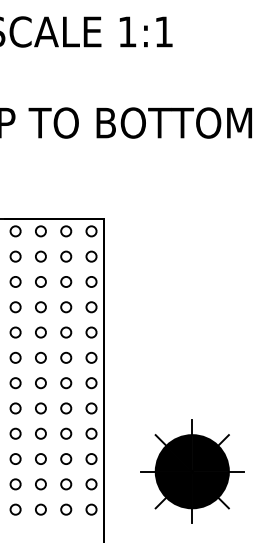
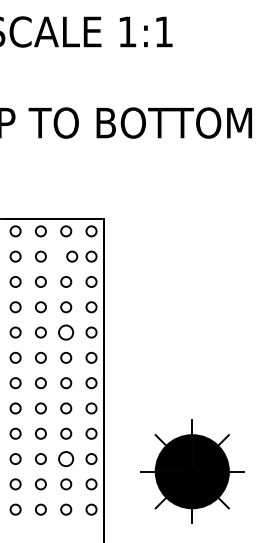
circle at (66, 256) position: (66, 256) -> (72, 256)
circle at (66, 332) size: 13x13 px -> 17x17 px
circle at (66, 458) size: 13x12 px -> 17x17 px
